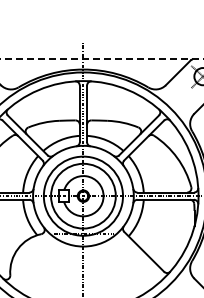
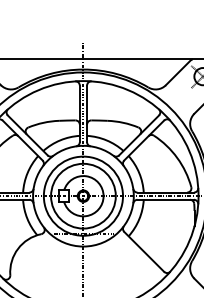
line at (101, 59): dashed -> solid
